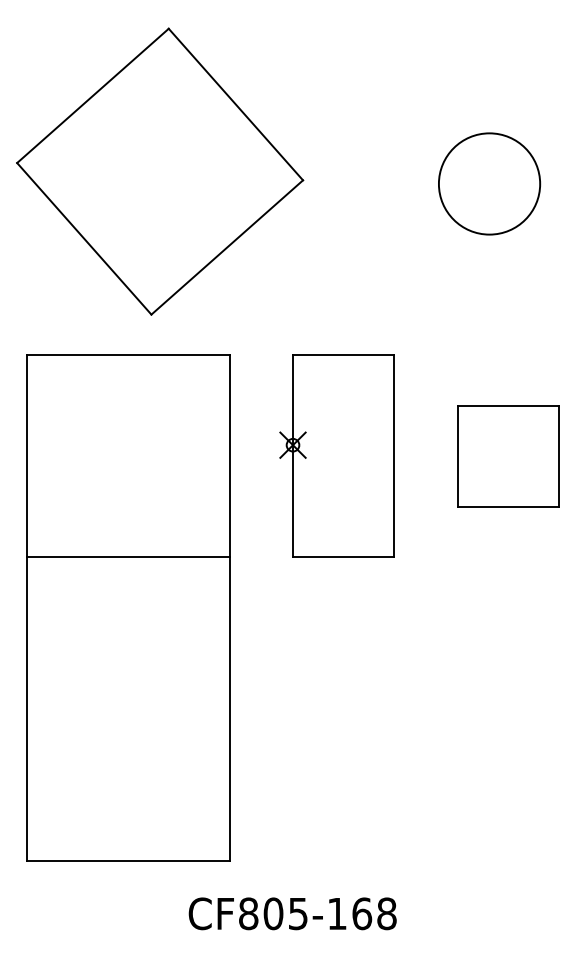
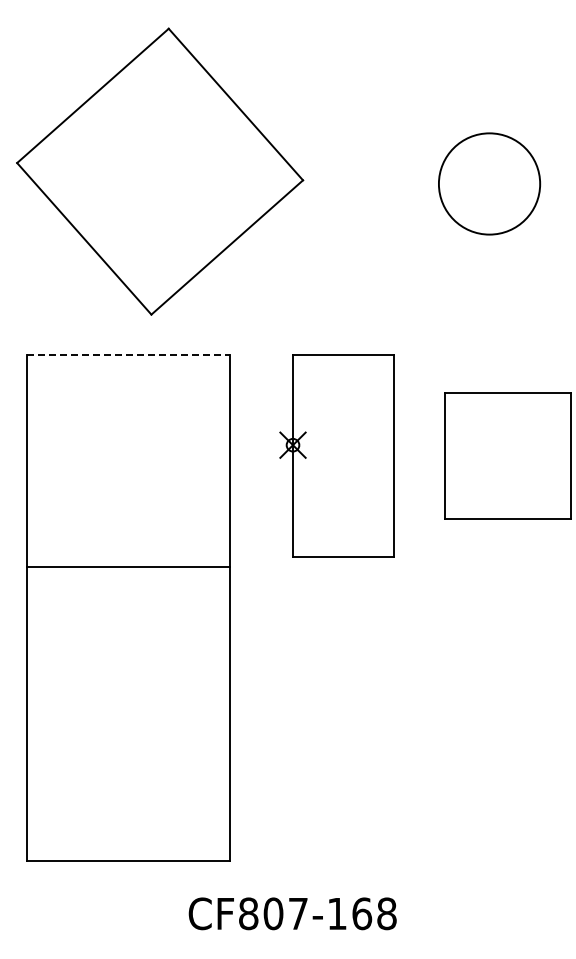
line at (128, 354): solid -> dashed
part at (508, 456) size: 103x103 px -> 128x128 px
line at (128, 557) position: (128, 557) -> (128, 567)
text at (298, 914): CF805-168 -> CF807-168
